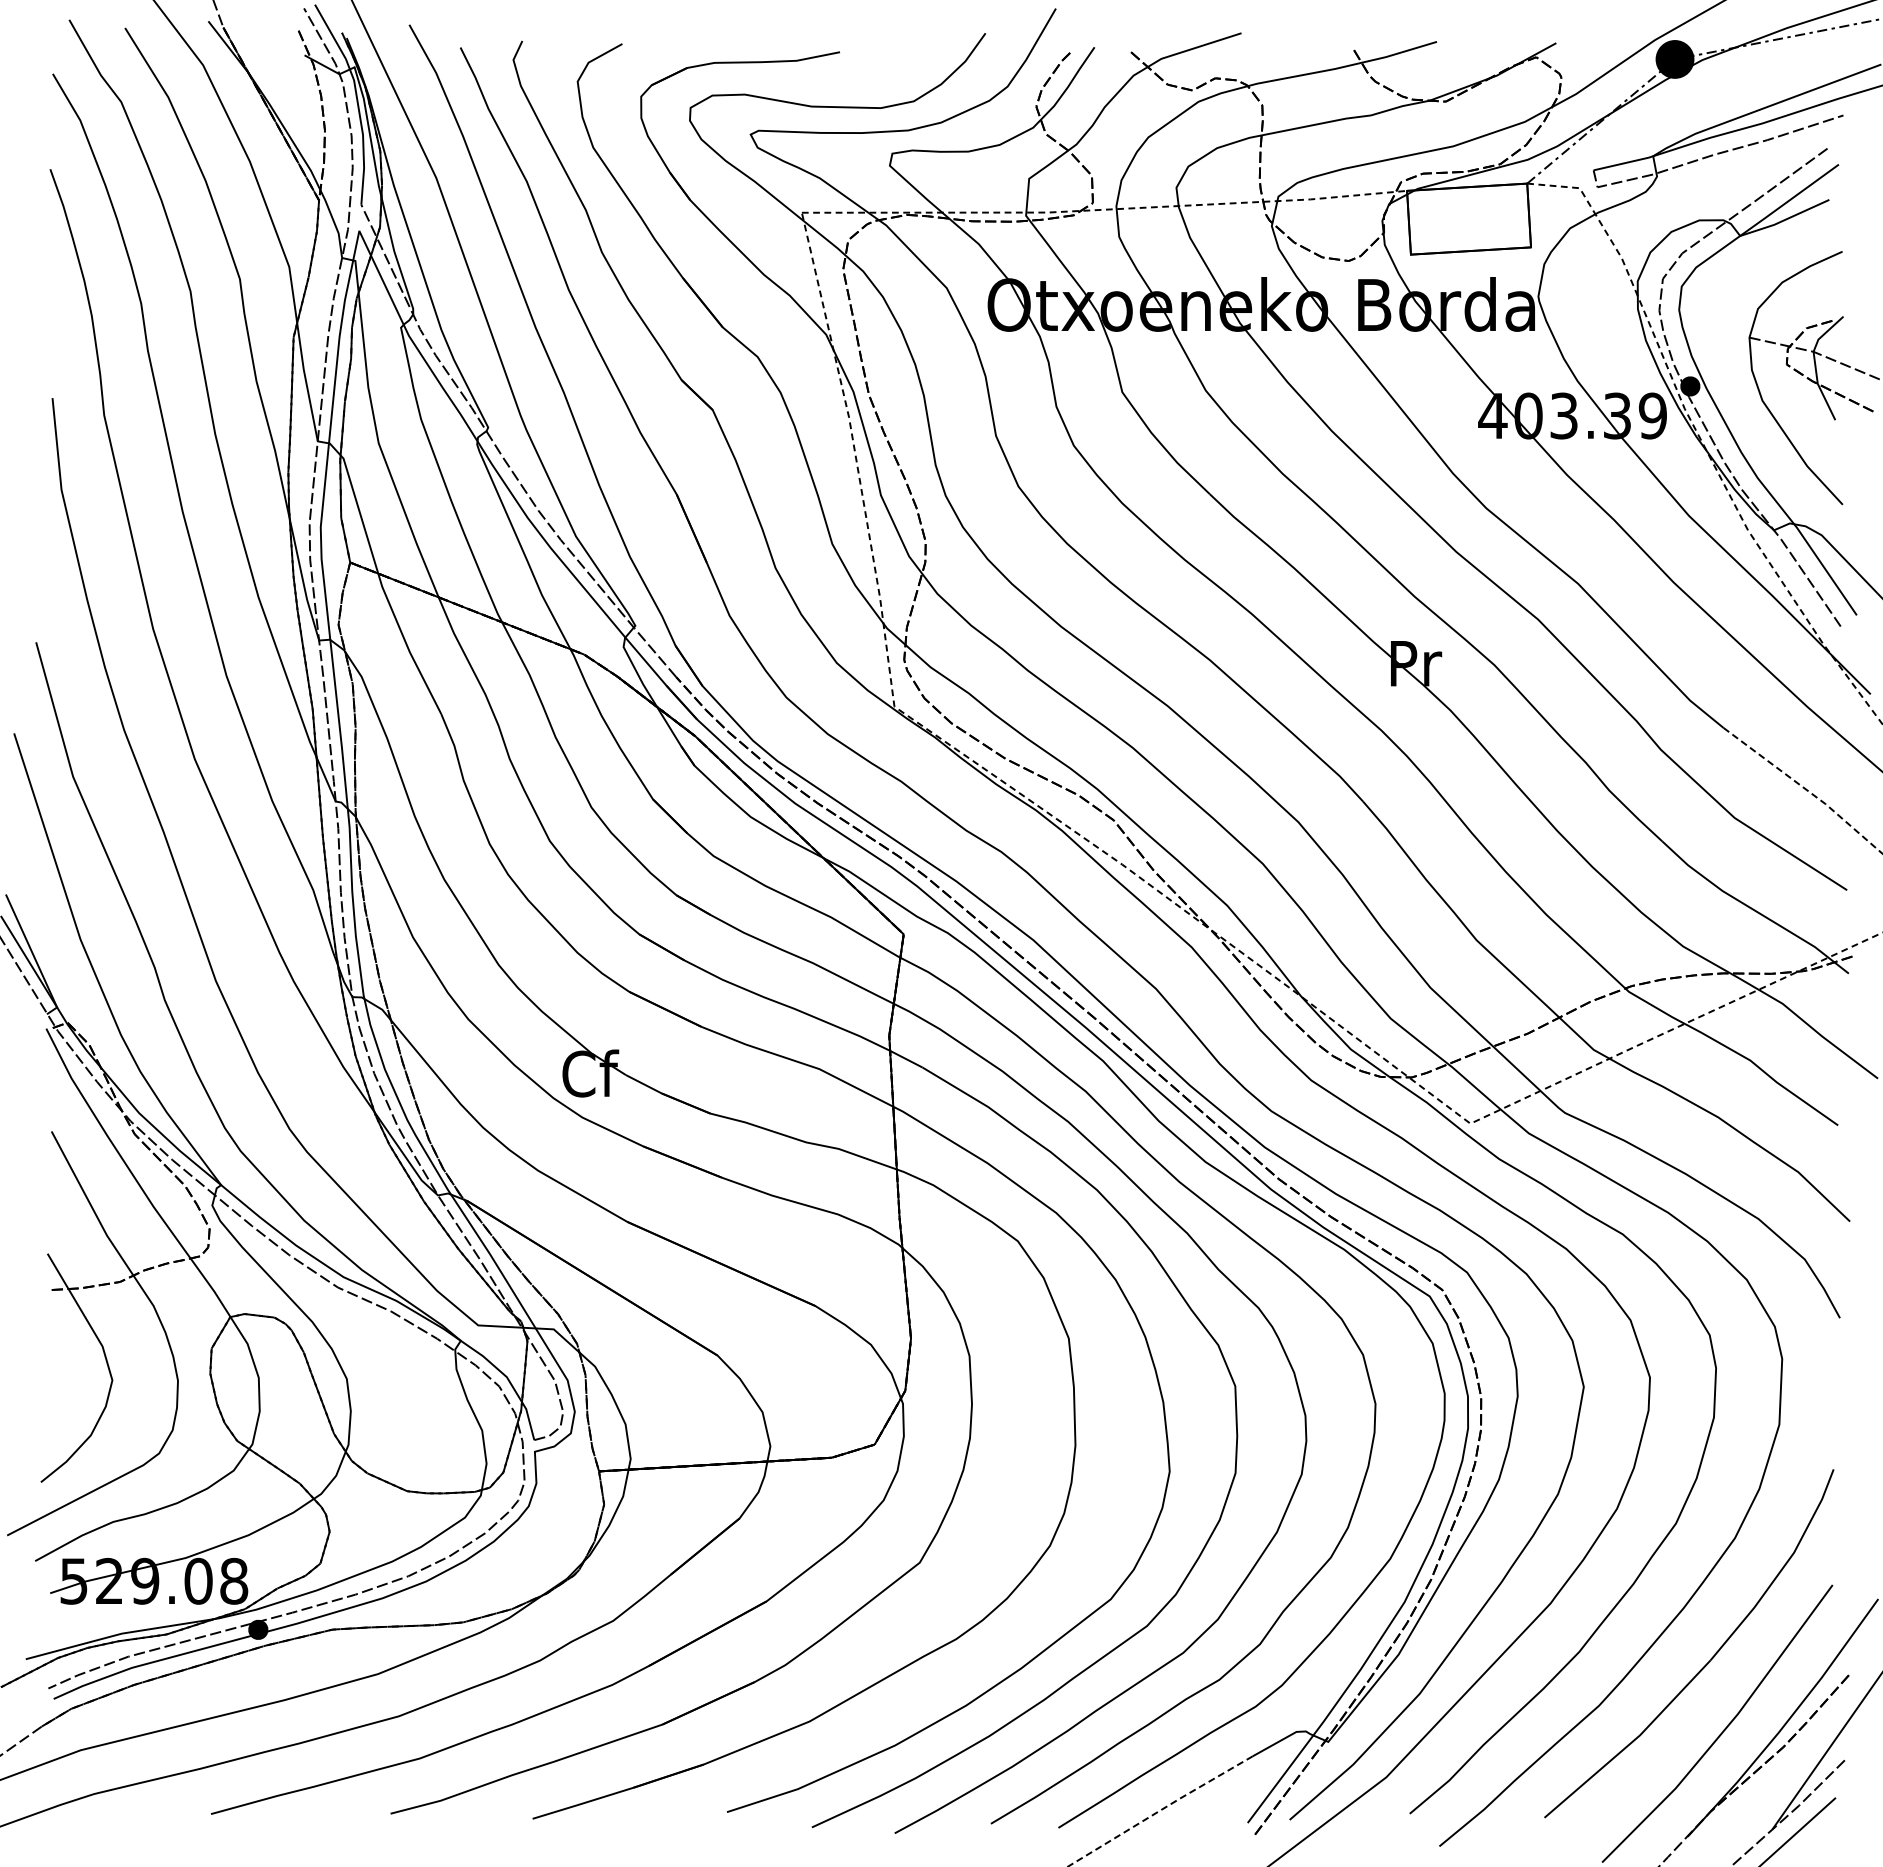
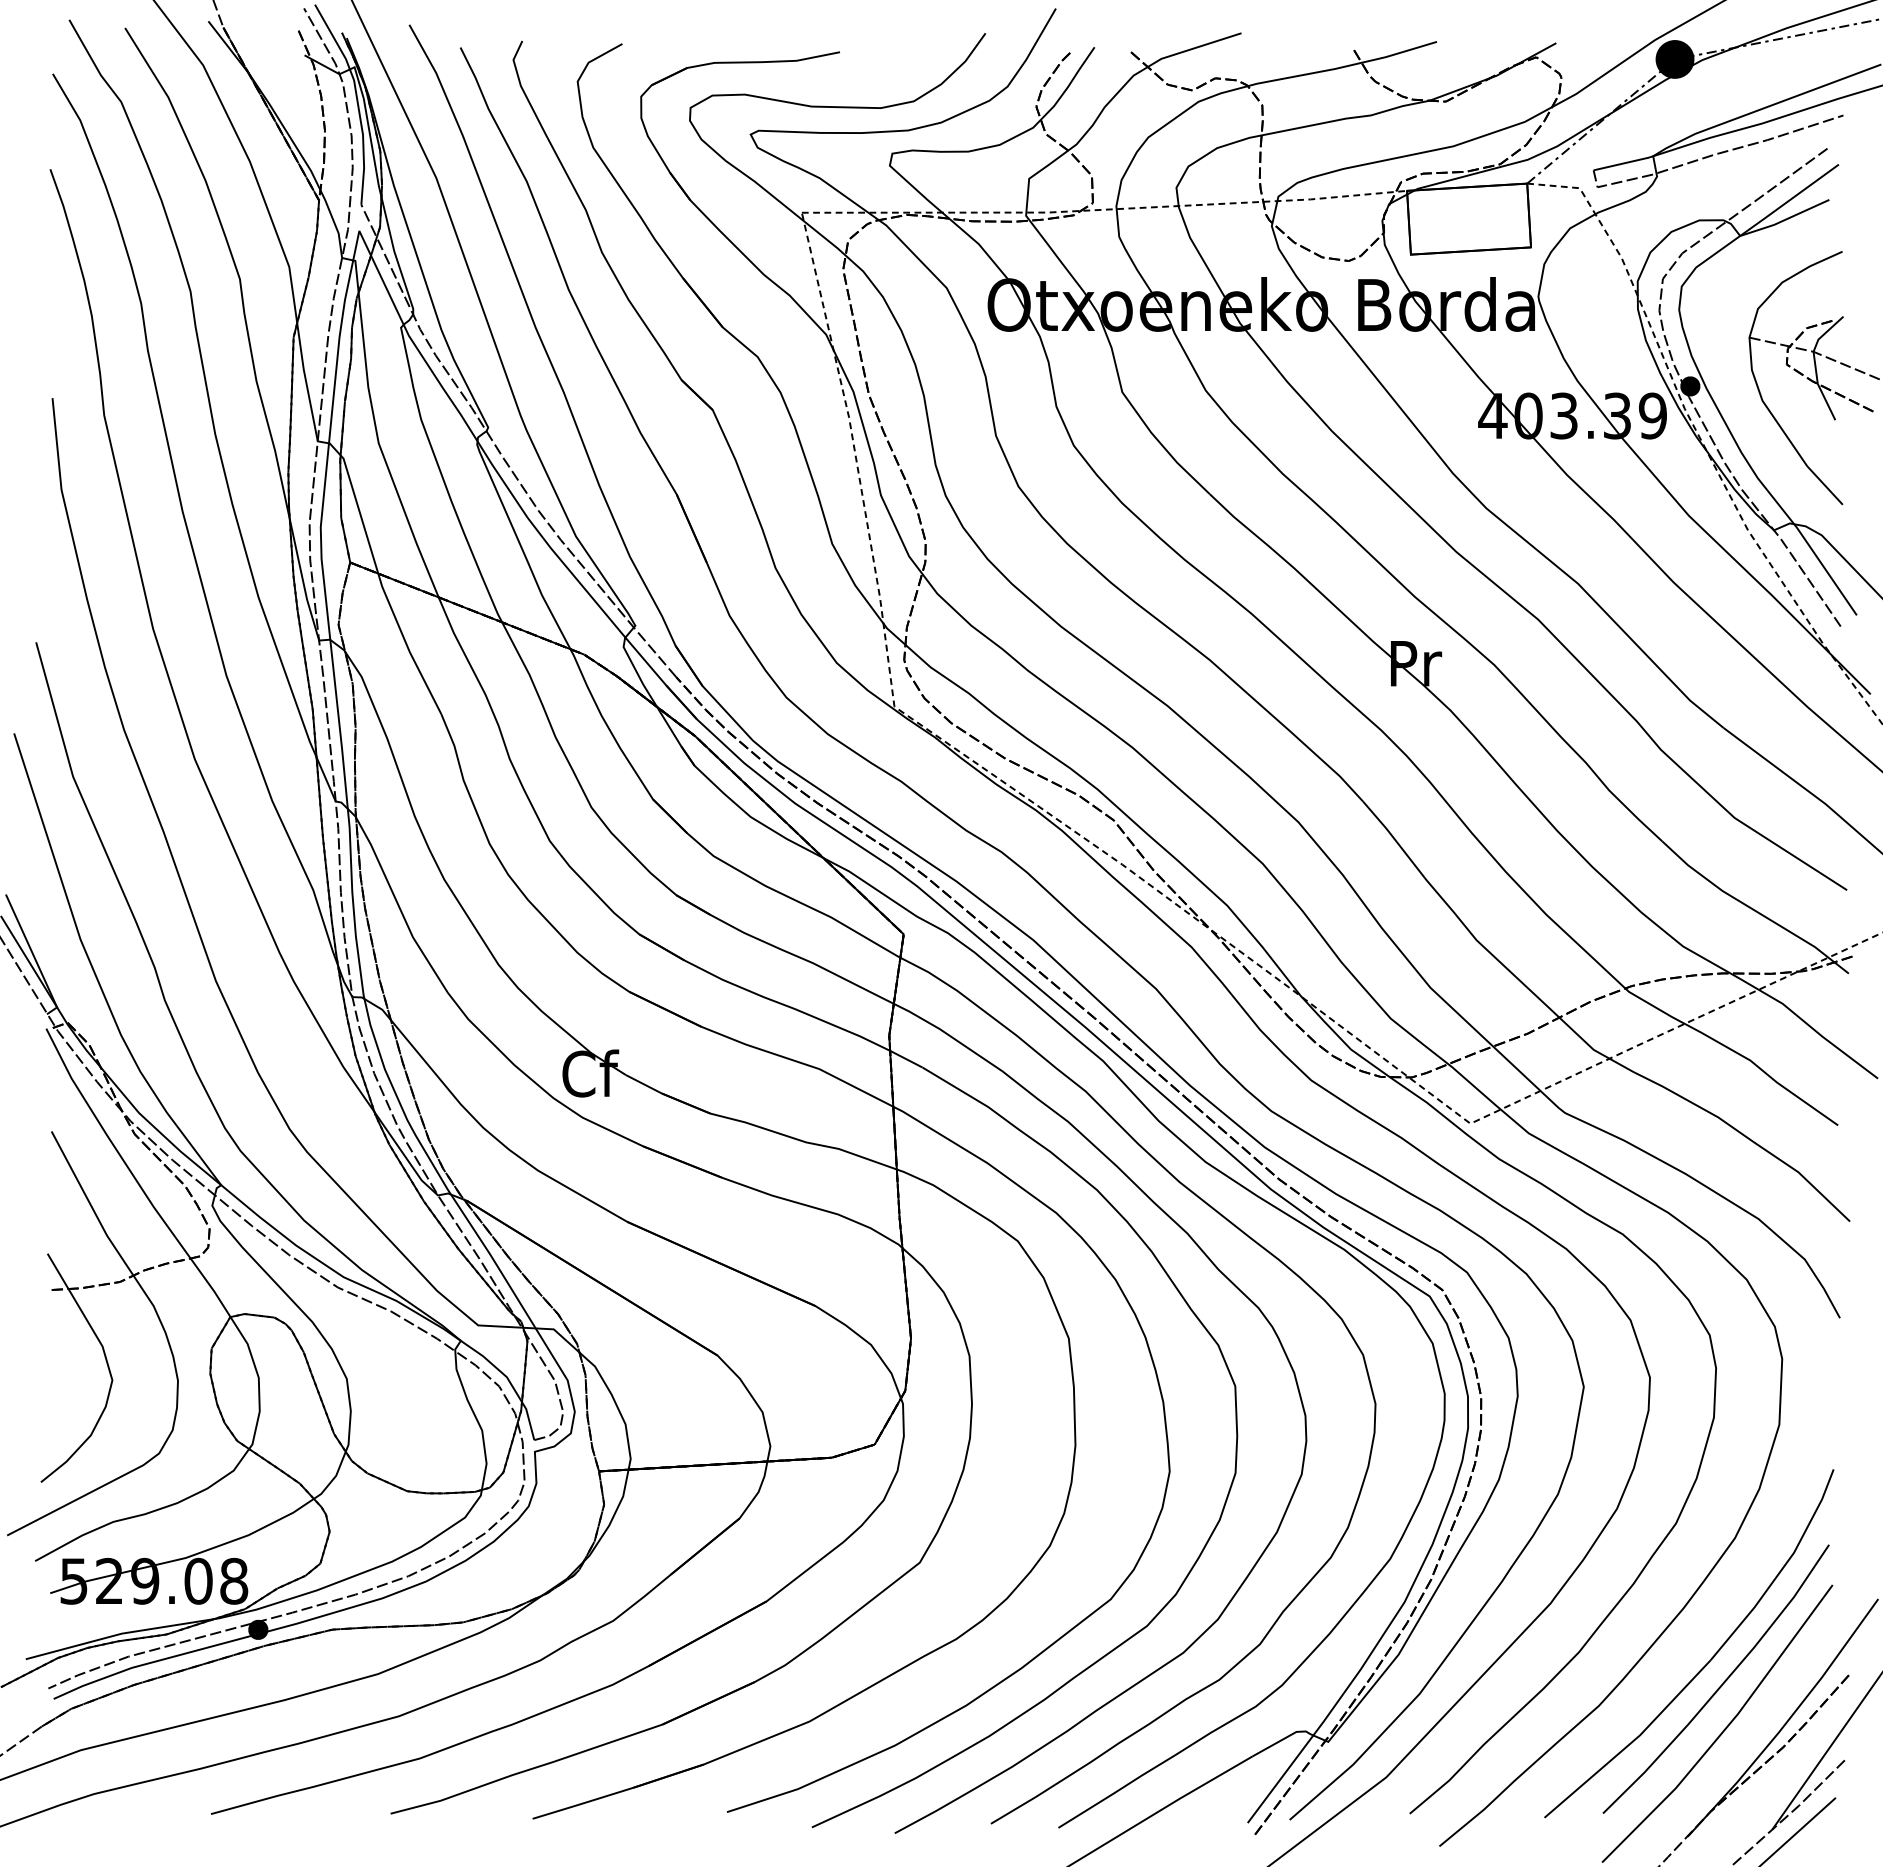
line at (1805, 789): dashed -> solid
curve at (1721, 1684): none -> present
line at (1160, 1810): dashed -> solid
